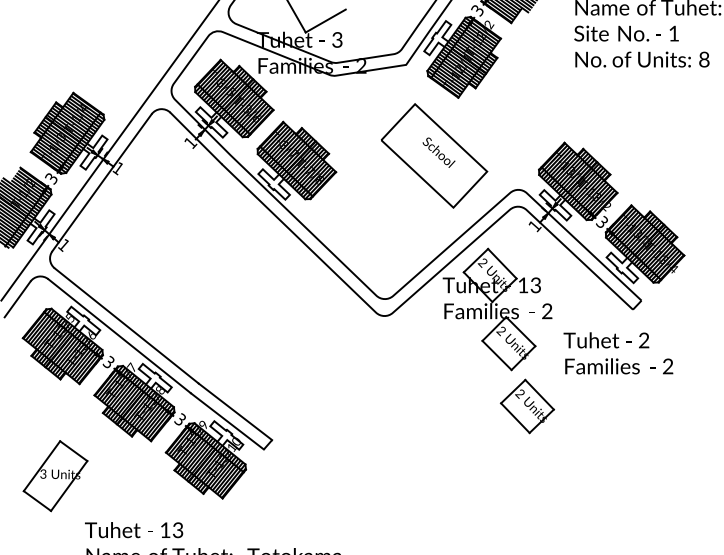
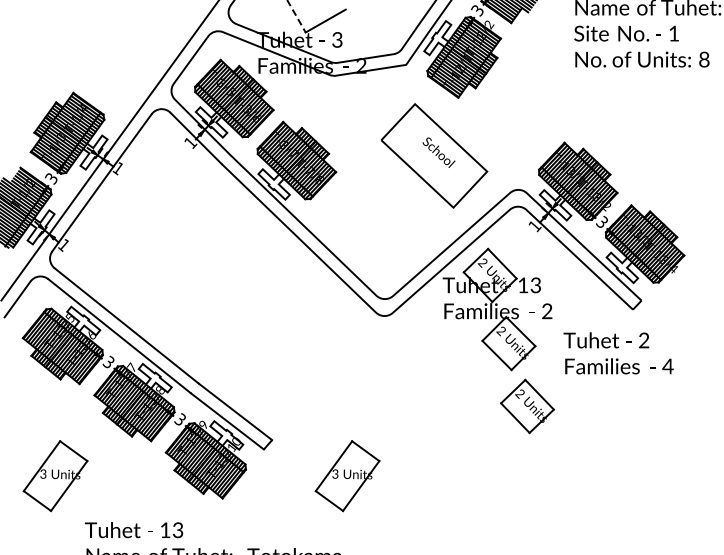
line at (296, 16): solid -> dashed
text at (667, 366): 2 -> 4
part at (347, 476): none -> present
